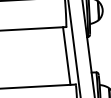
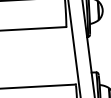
line at (66, 55): present -> none
